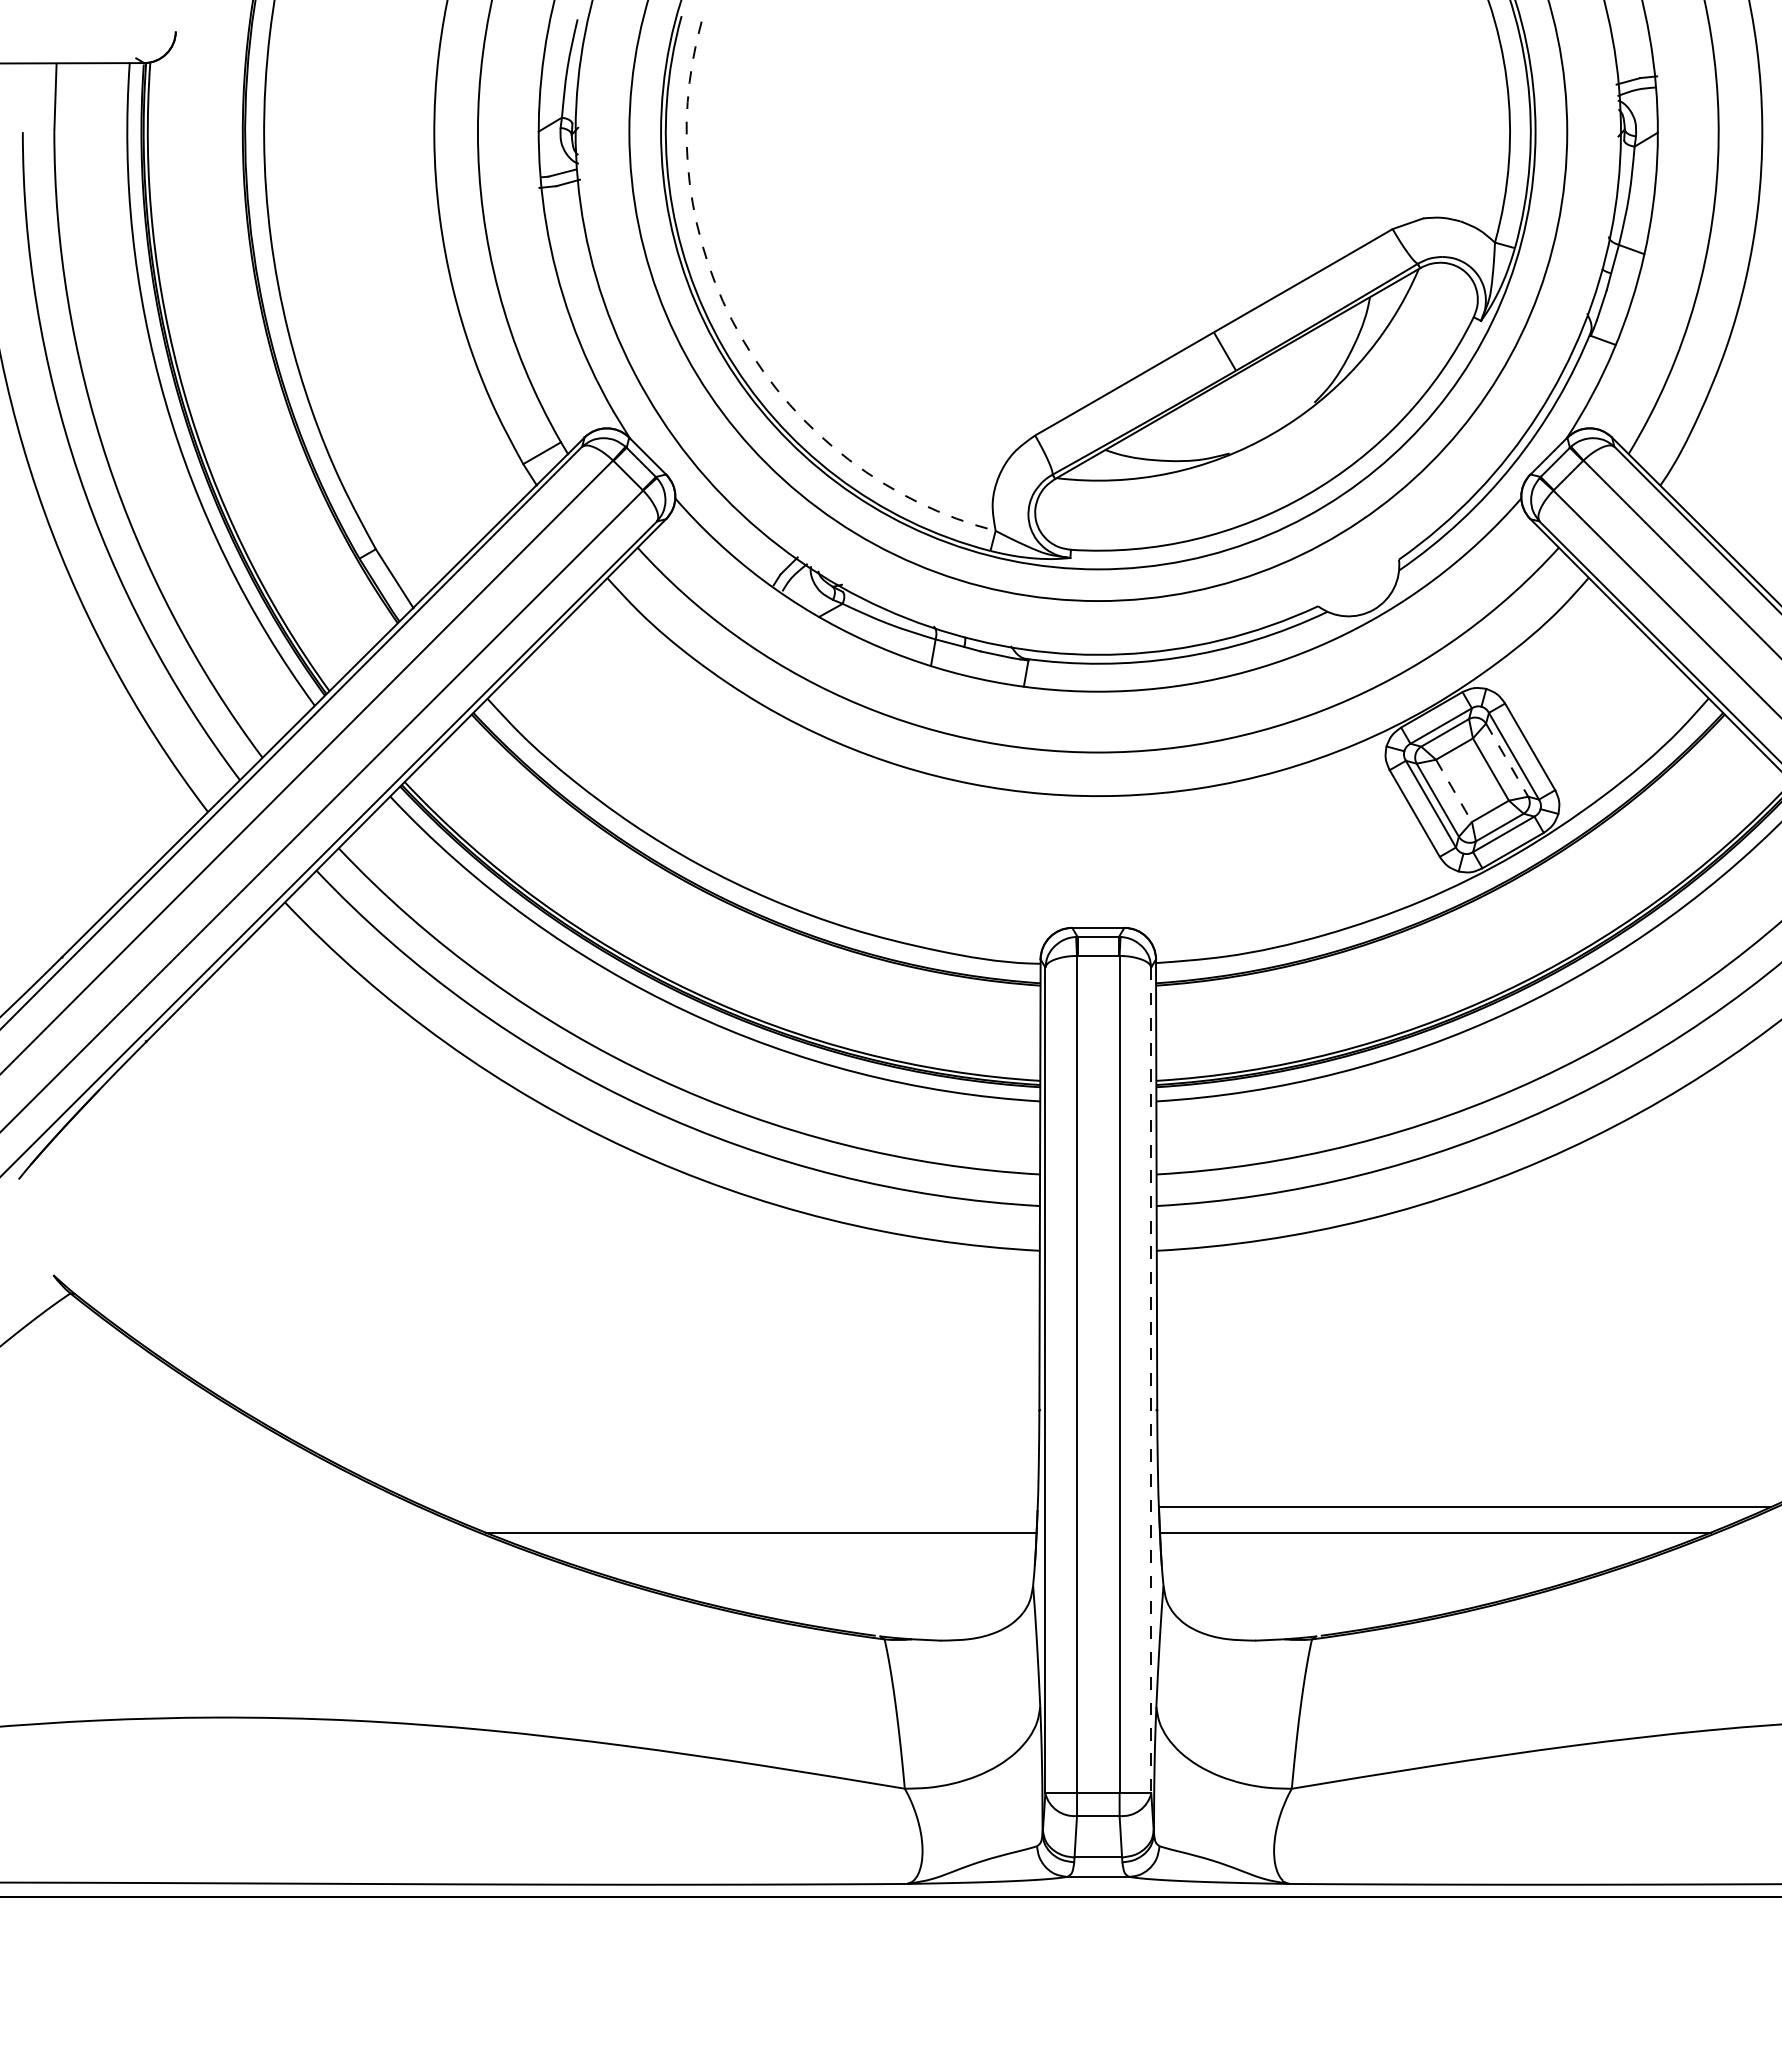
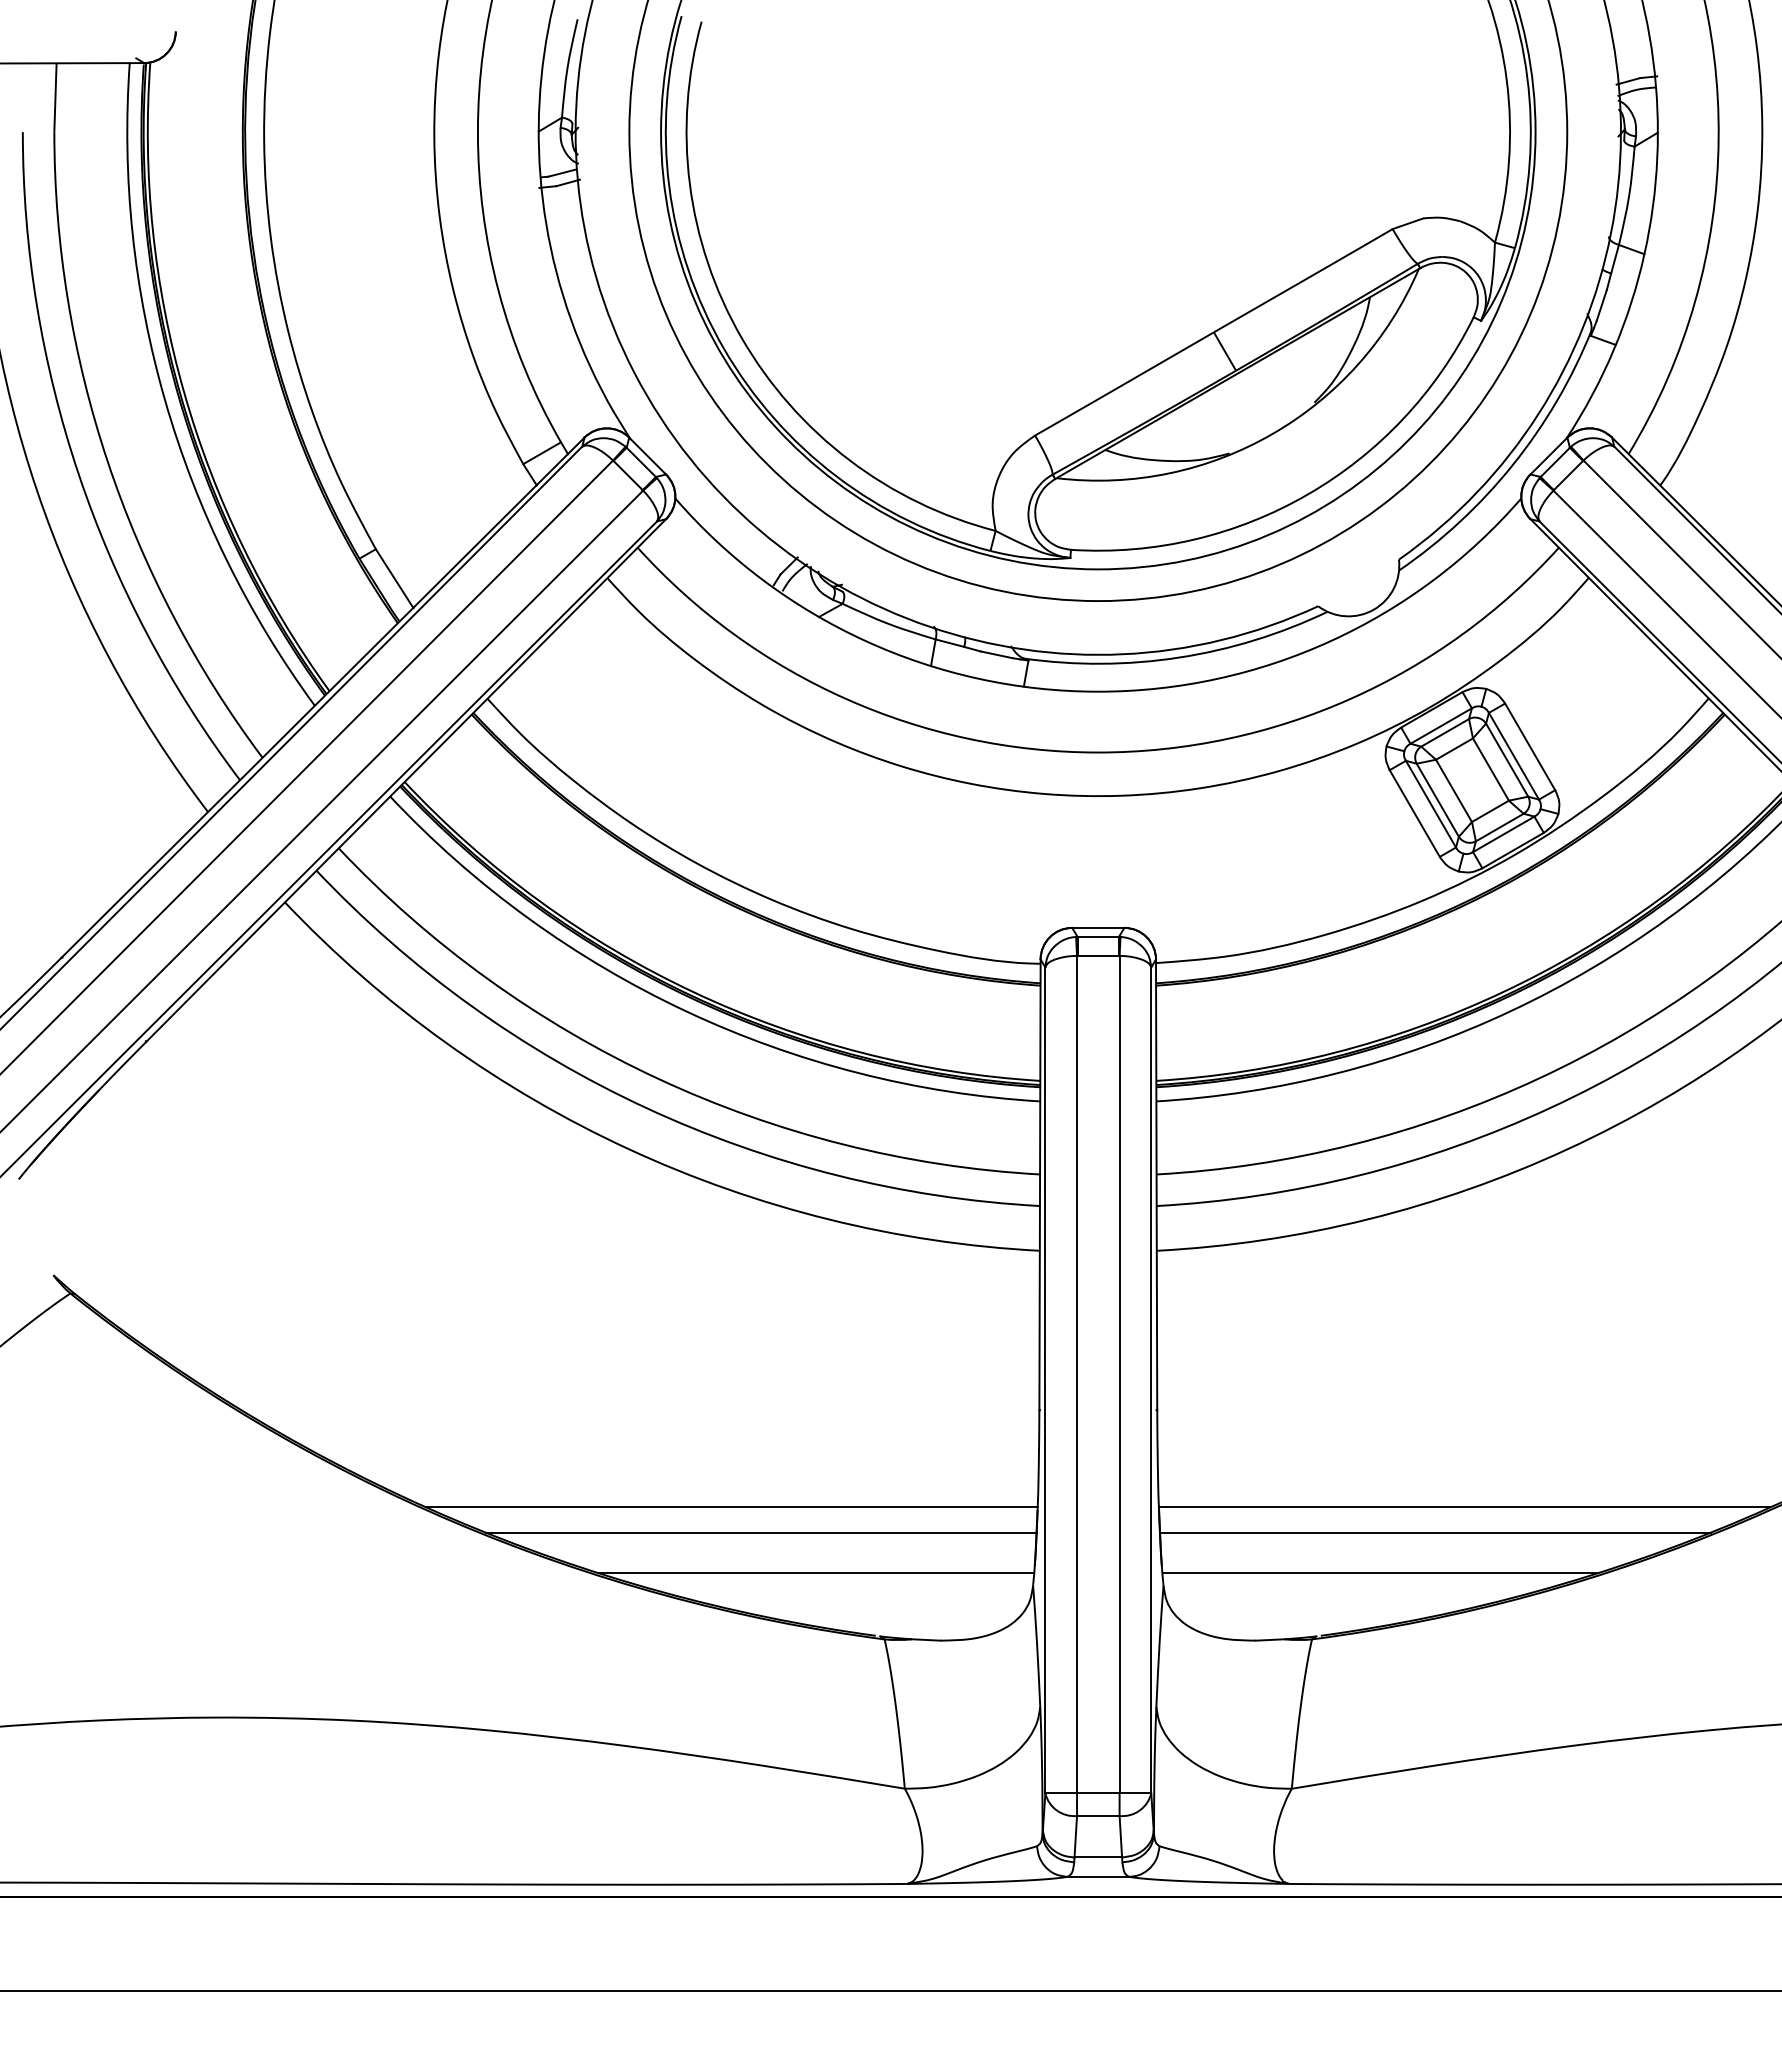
arc at (741, 338): dashed -> solid
line at (1507, 760): dashed -> solid
line at (1454, 790): dashed -> solid
line at (1151, 1380): dashed -> solid
line at (731, 1507): none -> present
line at (816, 1573): none -> present
line at (1380, 1573): none -> present
line at (890, 1991): none -> present
